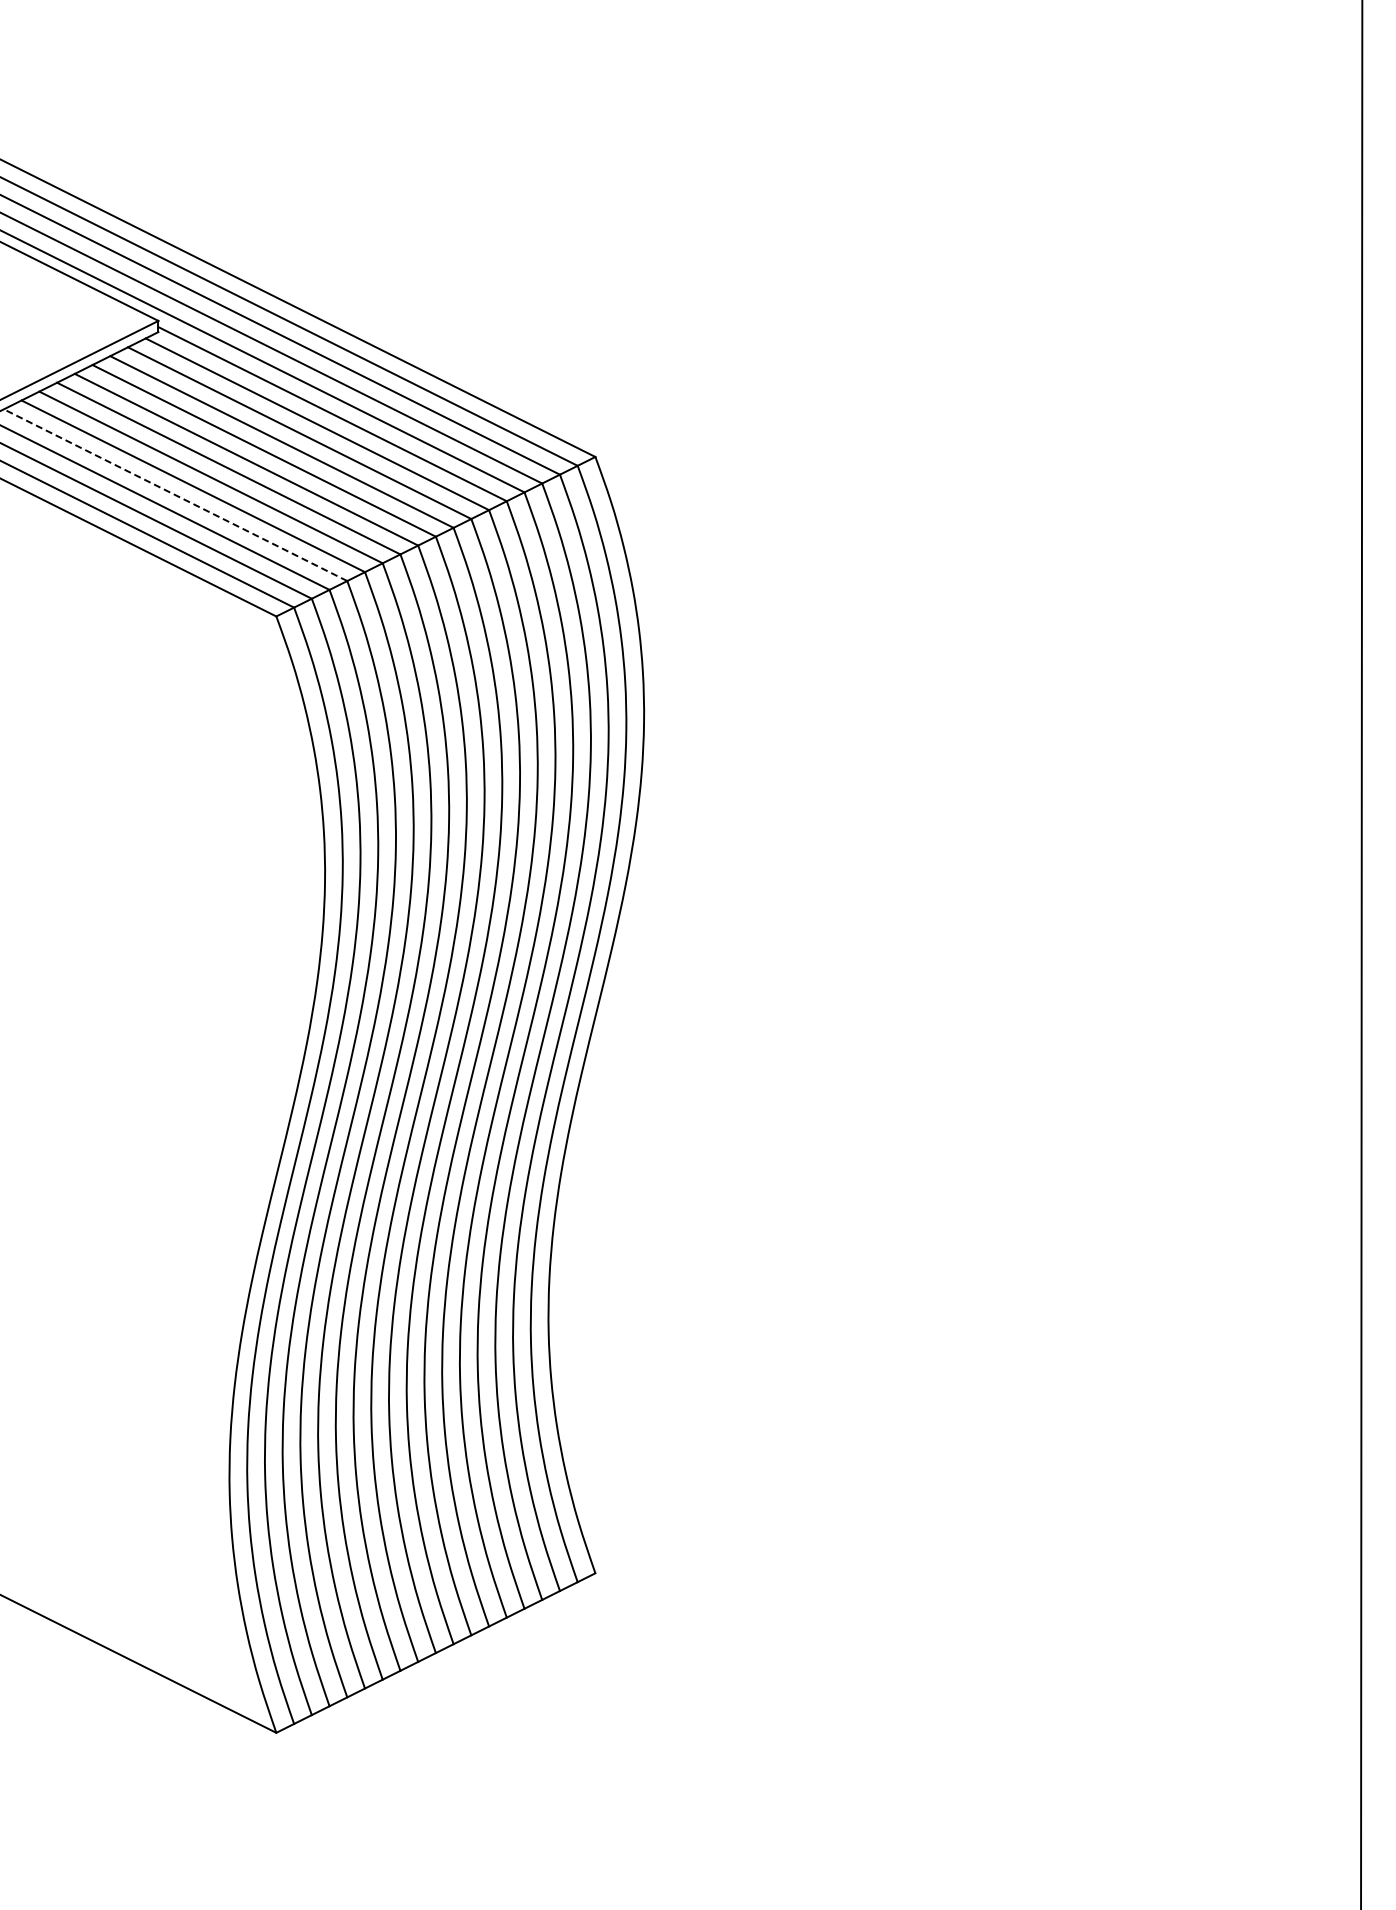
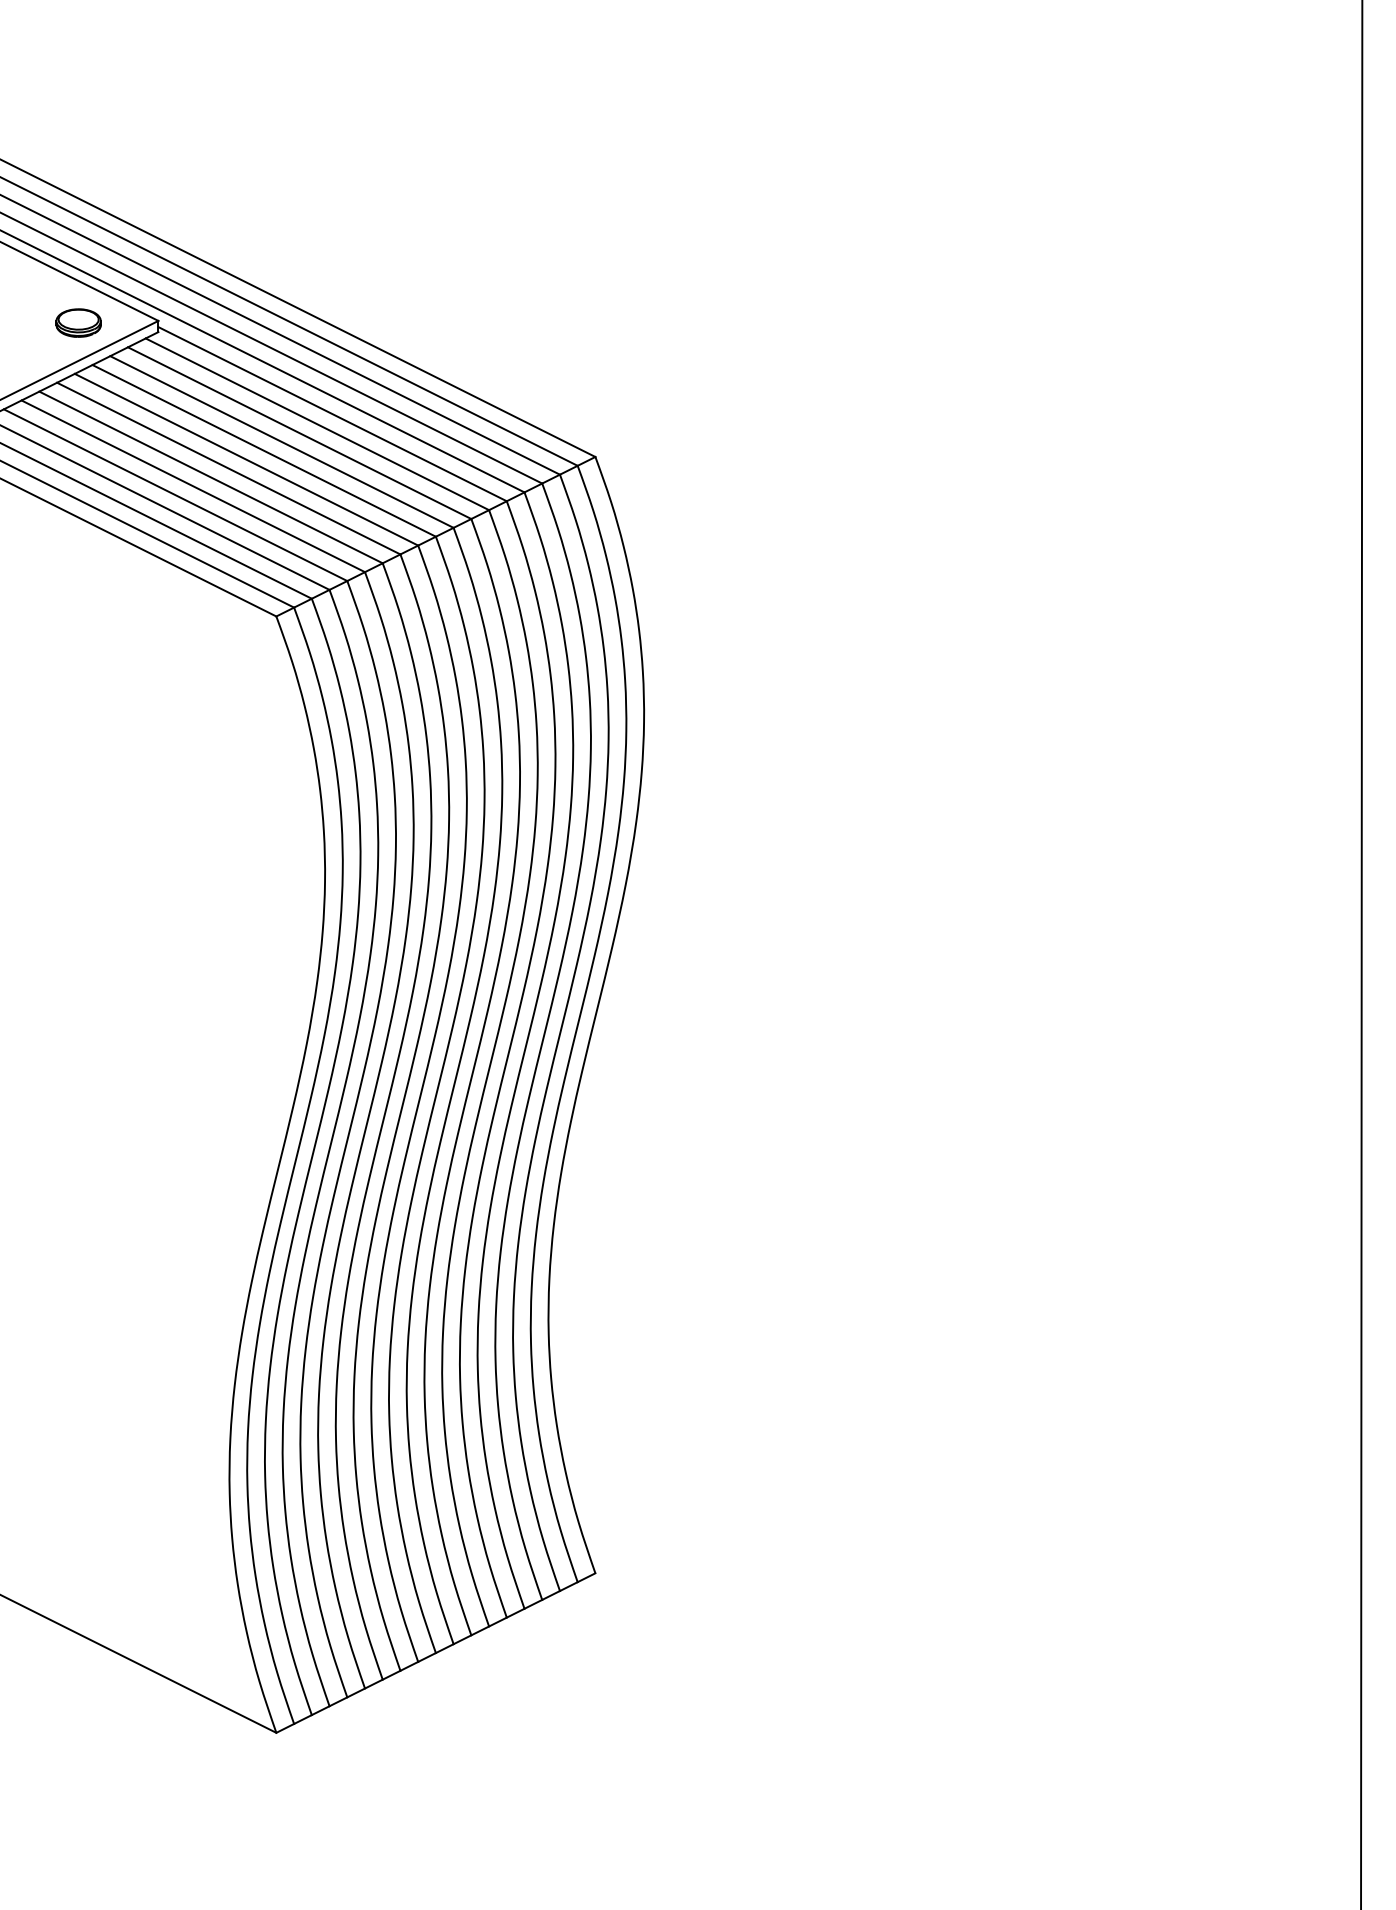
part at (78, 322): none -> present
line at (175, 495): dashed -> solid
